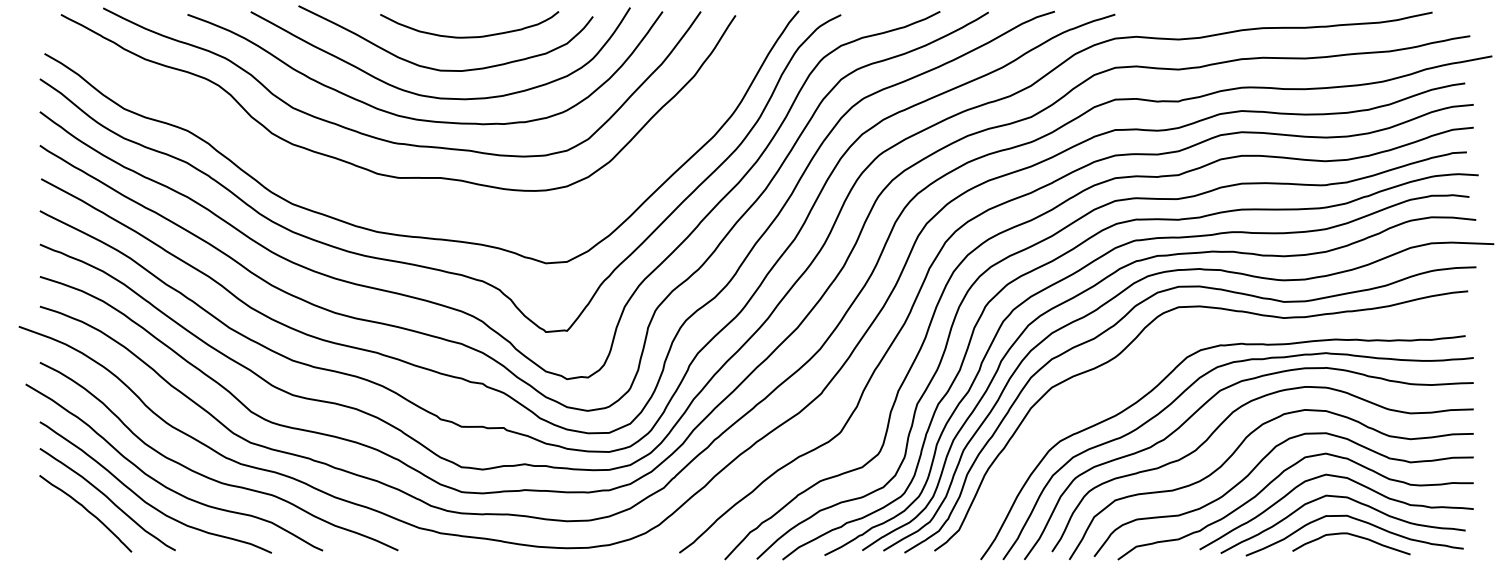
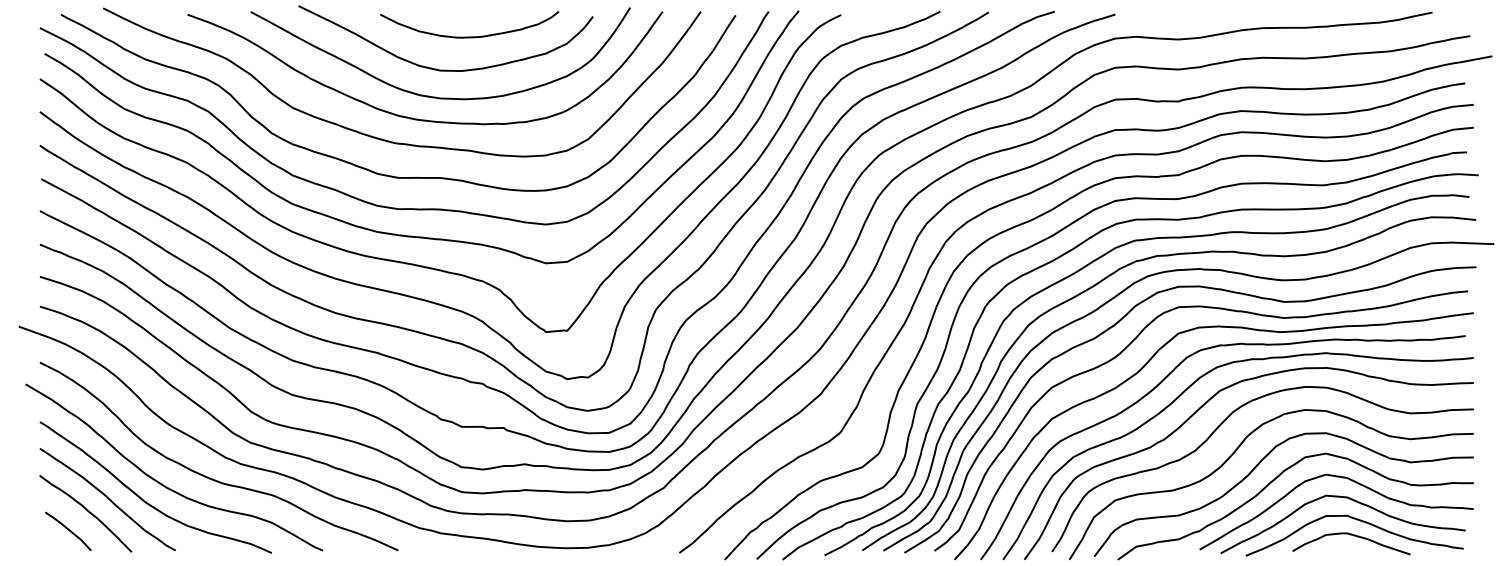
curve at (389, 206): none -> present
curve at (1144, 367): none -> present
line at (68, 530): none -> present
